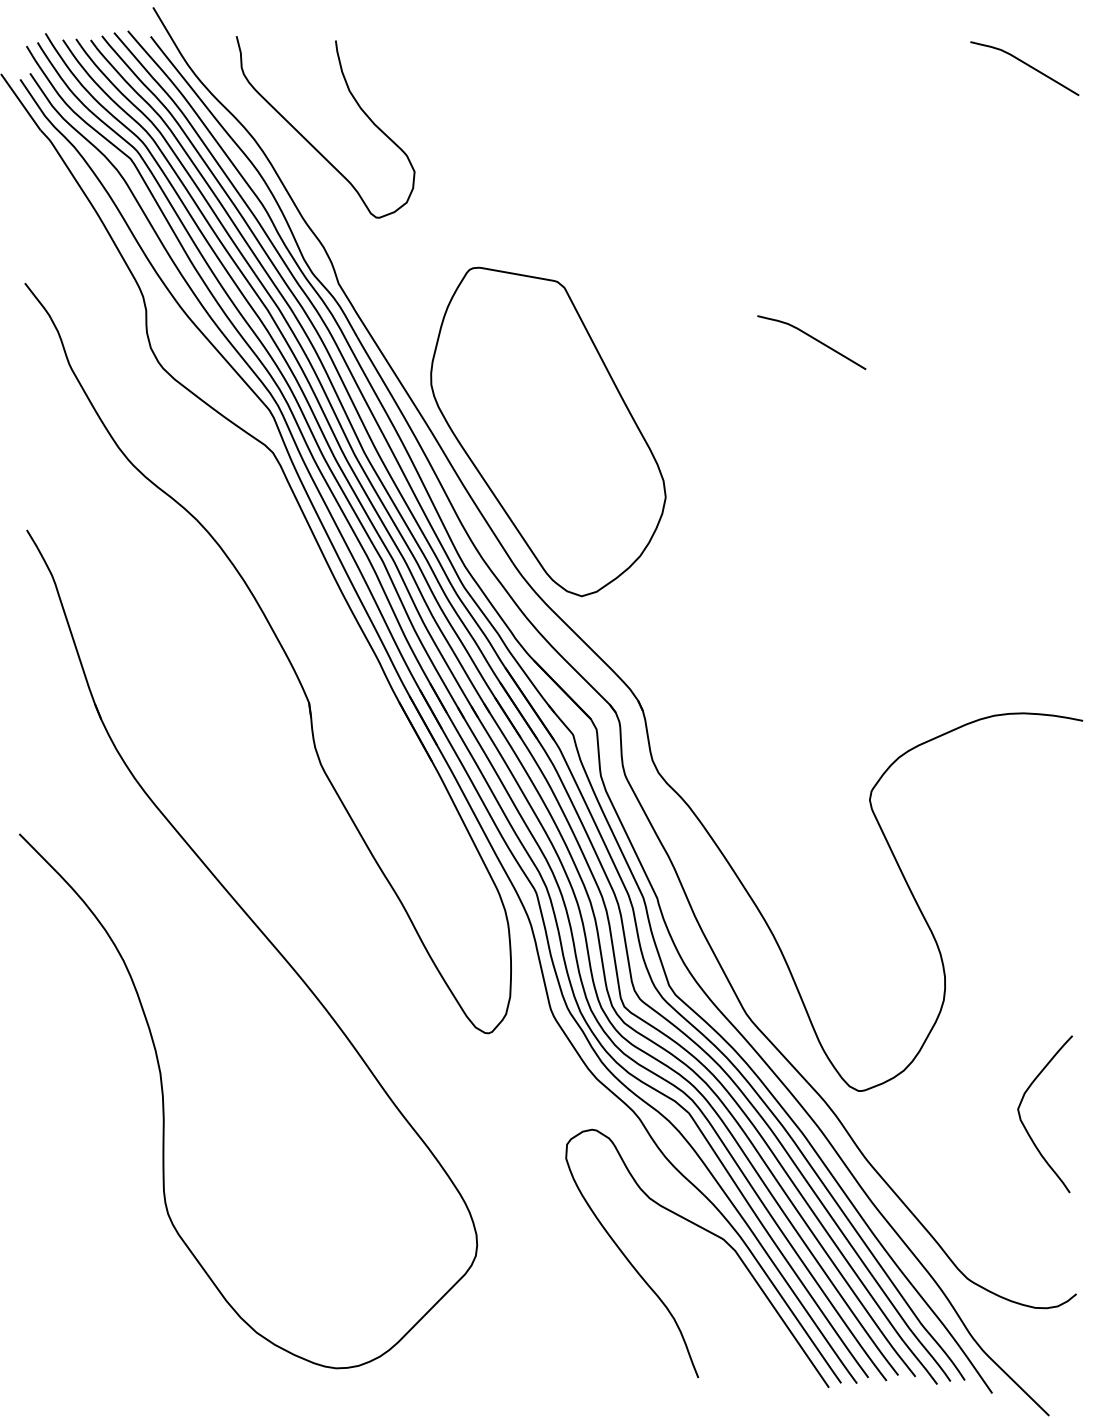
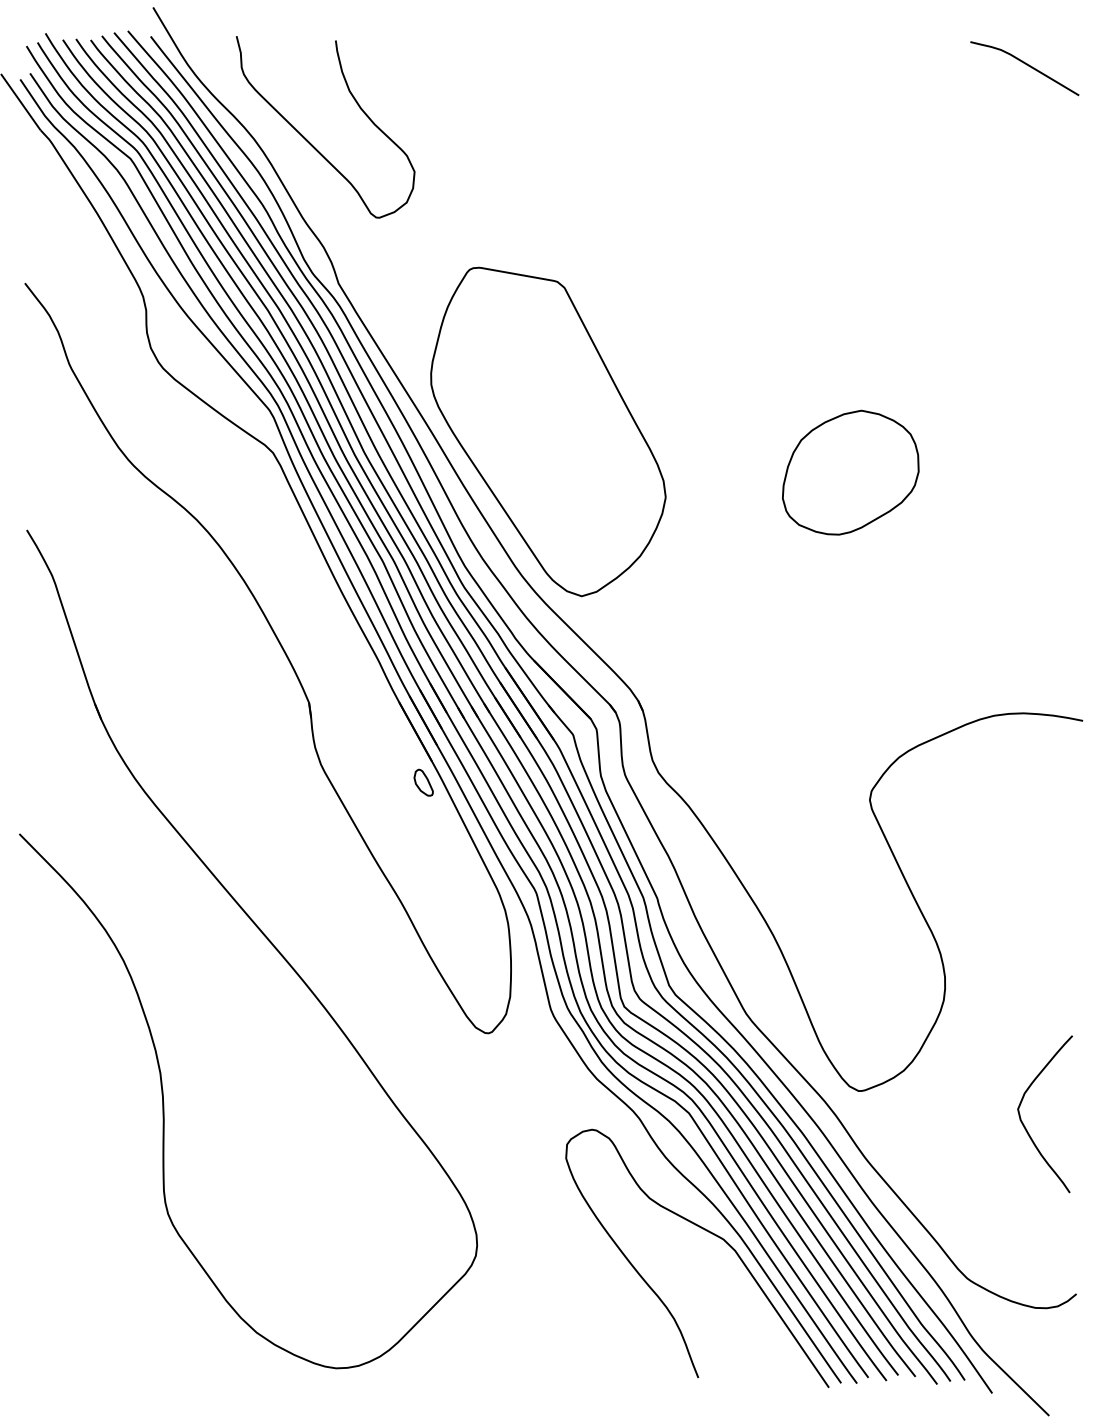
curve at (813, 339): present -> none
part at (850, 472): none -> present
part at (423, 782): none -> present
